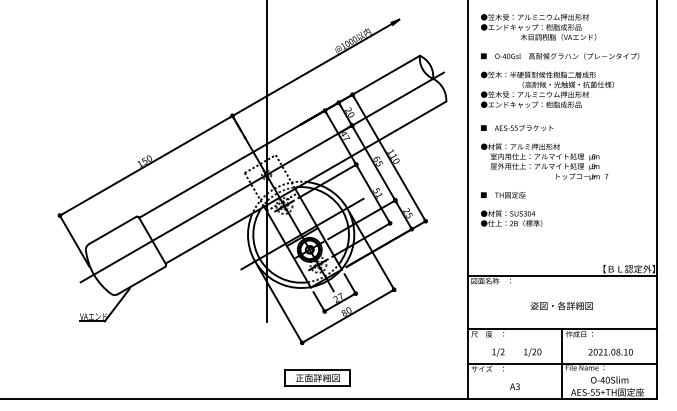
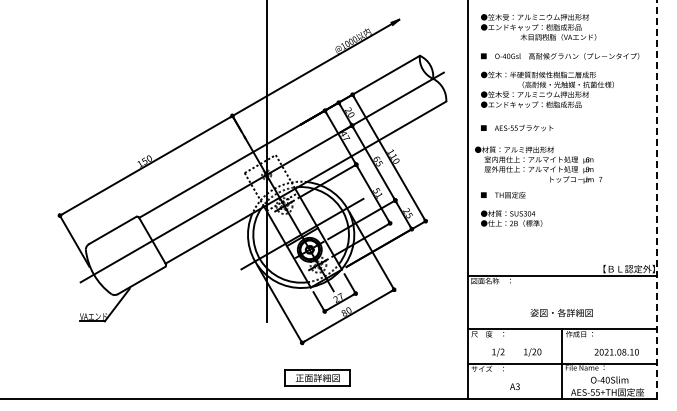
text at (544, 161) position: (544, 161) -> (538, 164)
line at (656, 199): solid -> dashed
text at (561, 305) position: (561, 305) -> (561, 312)
text at (610, 351) position: (610, 351) -> (616, 351)
